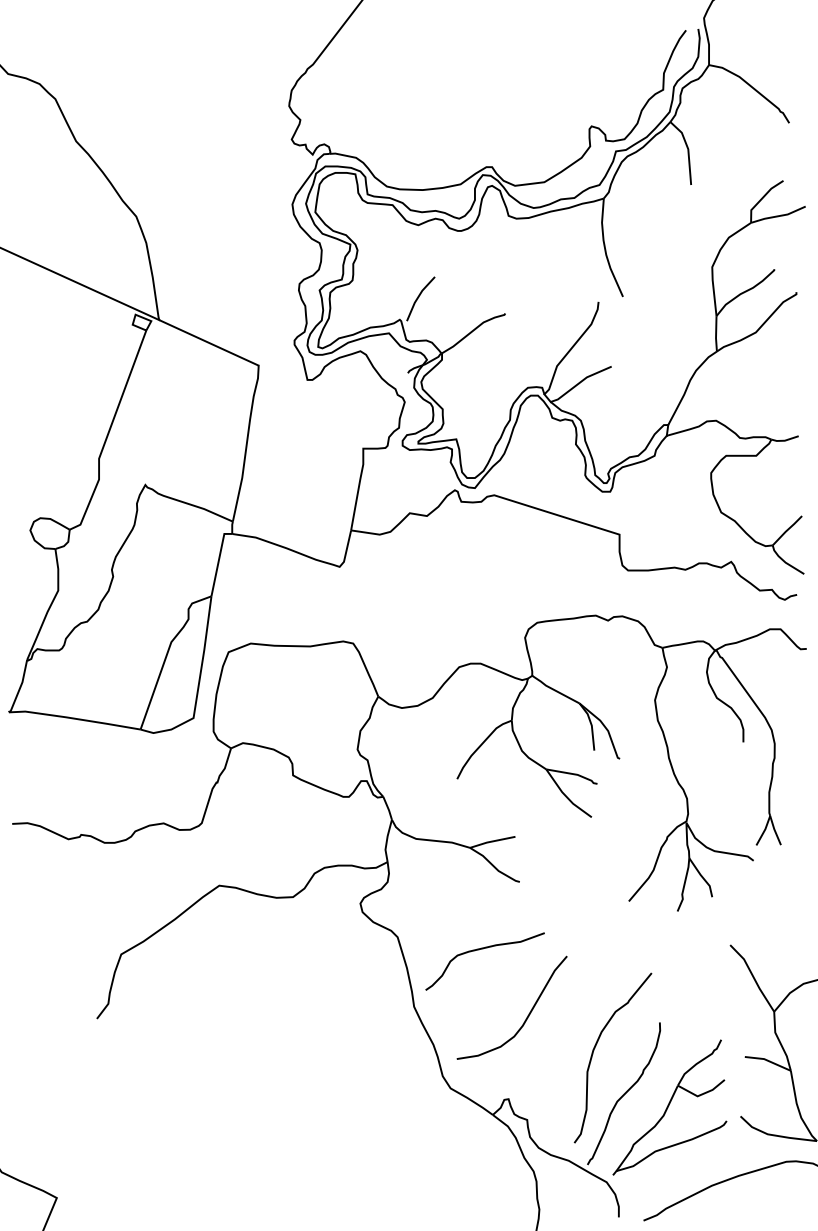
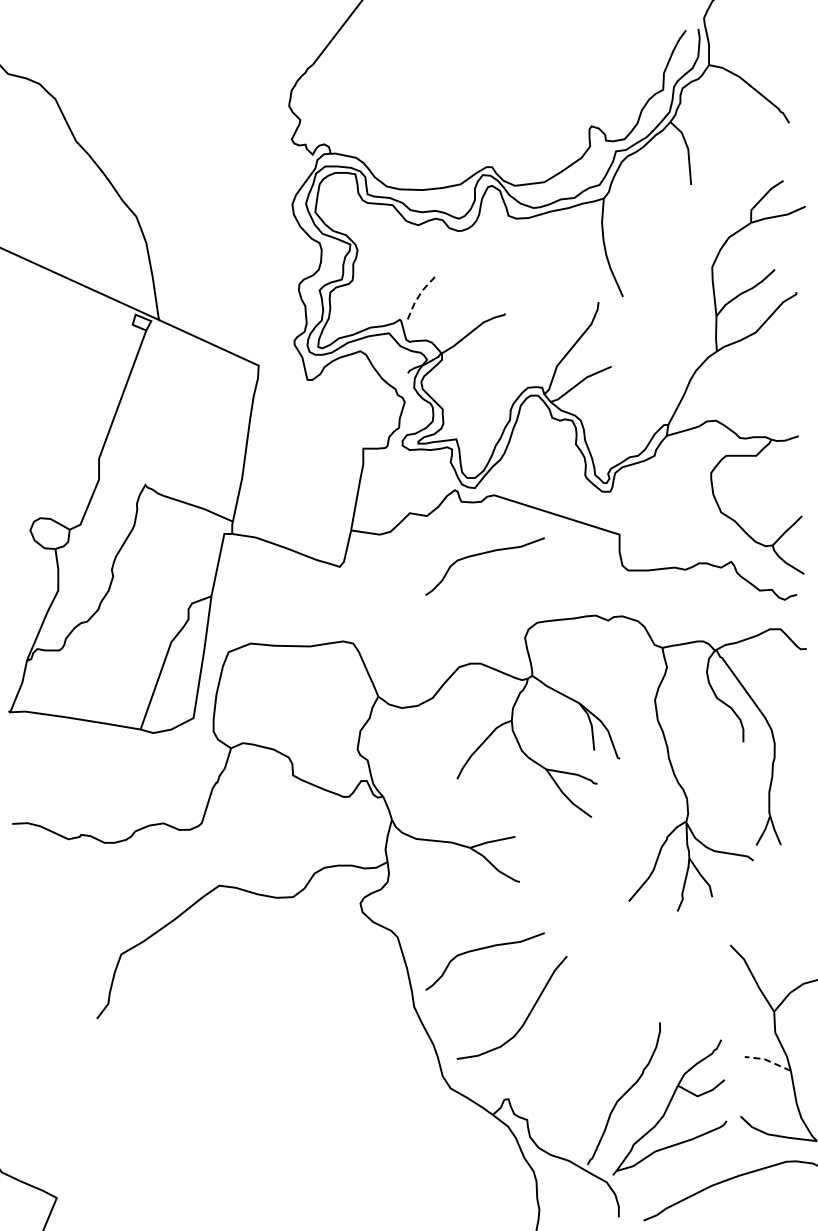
line at (418, 297): solid -> dashed
curve at (483, 554): none -> present
curve at (595, 1048): present -> none
line at (767, 1060): solid -> dashed
